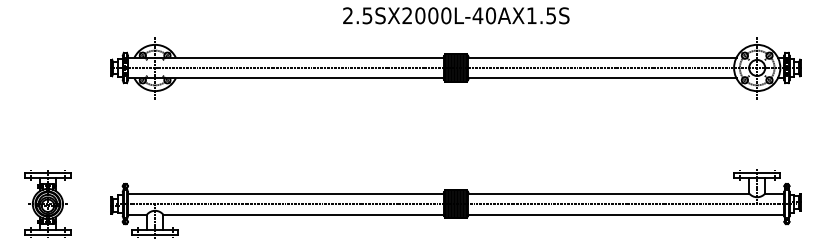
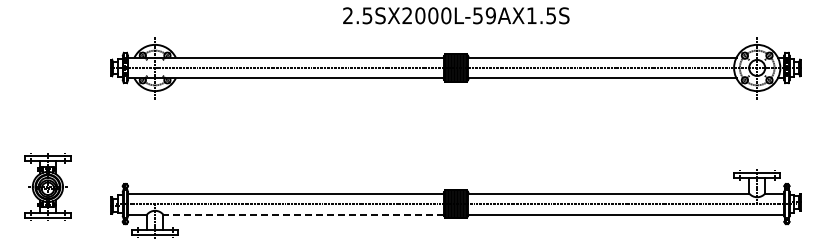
text at (483, 15): 2.5SX2000L-40AX1.5S -> 2.5SX2000L-59AX1.5S
part at (47, 203) position: (47, 203) -> (47, 186)
line at (303, 214): solid -> dashed
